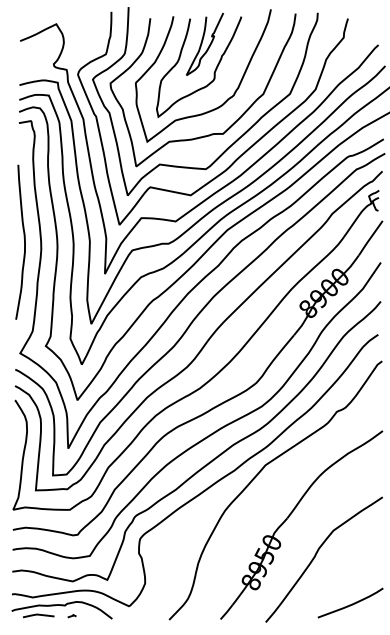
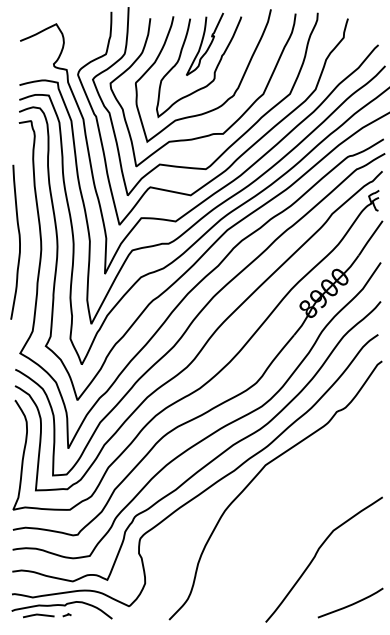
curve at (24, 241) position: (24, 241) -> (19, 241)
part at (289, 517): present -> none
line at (71, 616) position: (71, 616) -> (66, 615)
